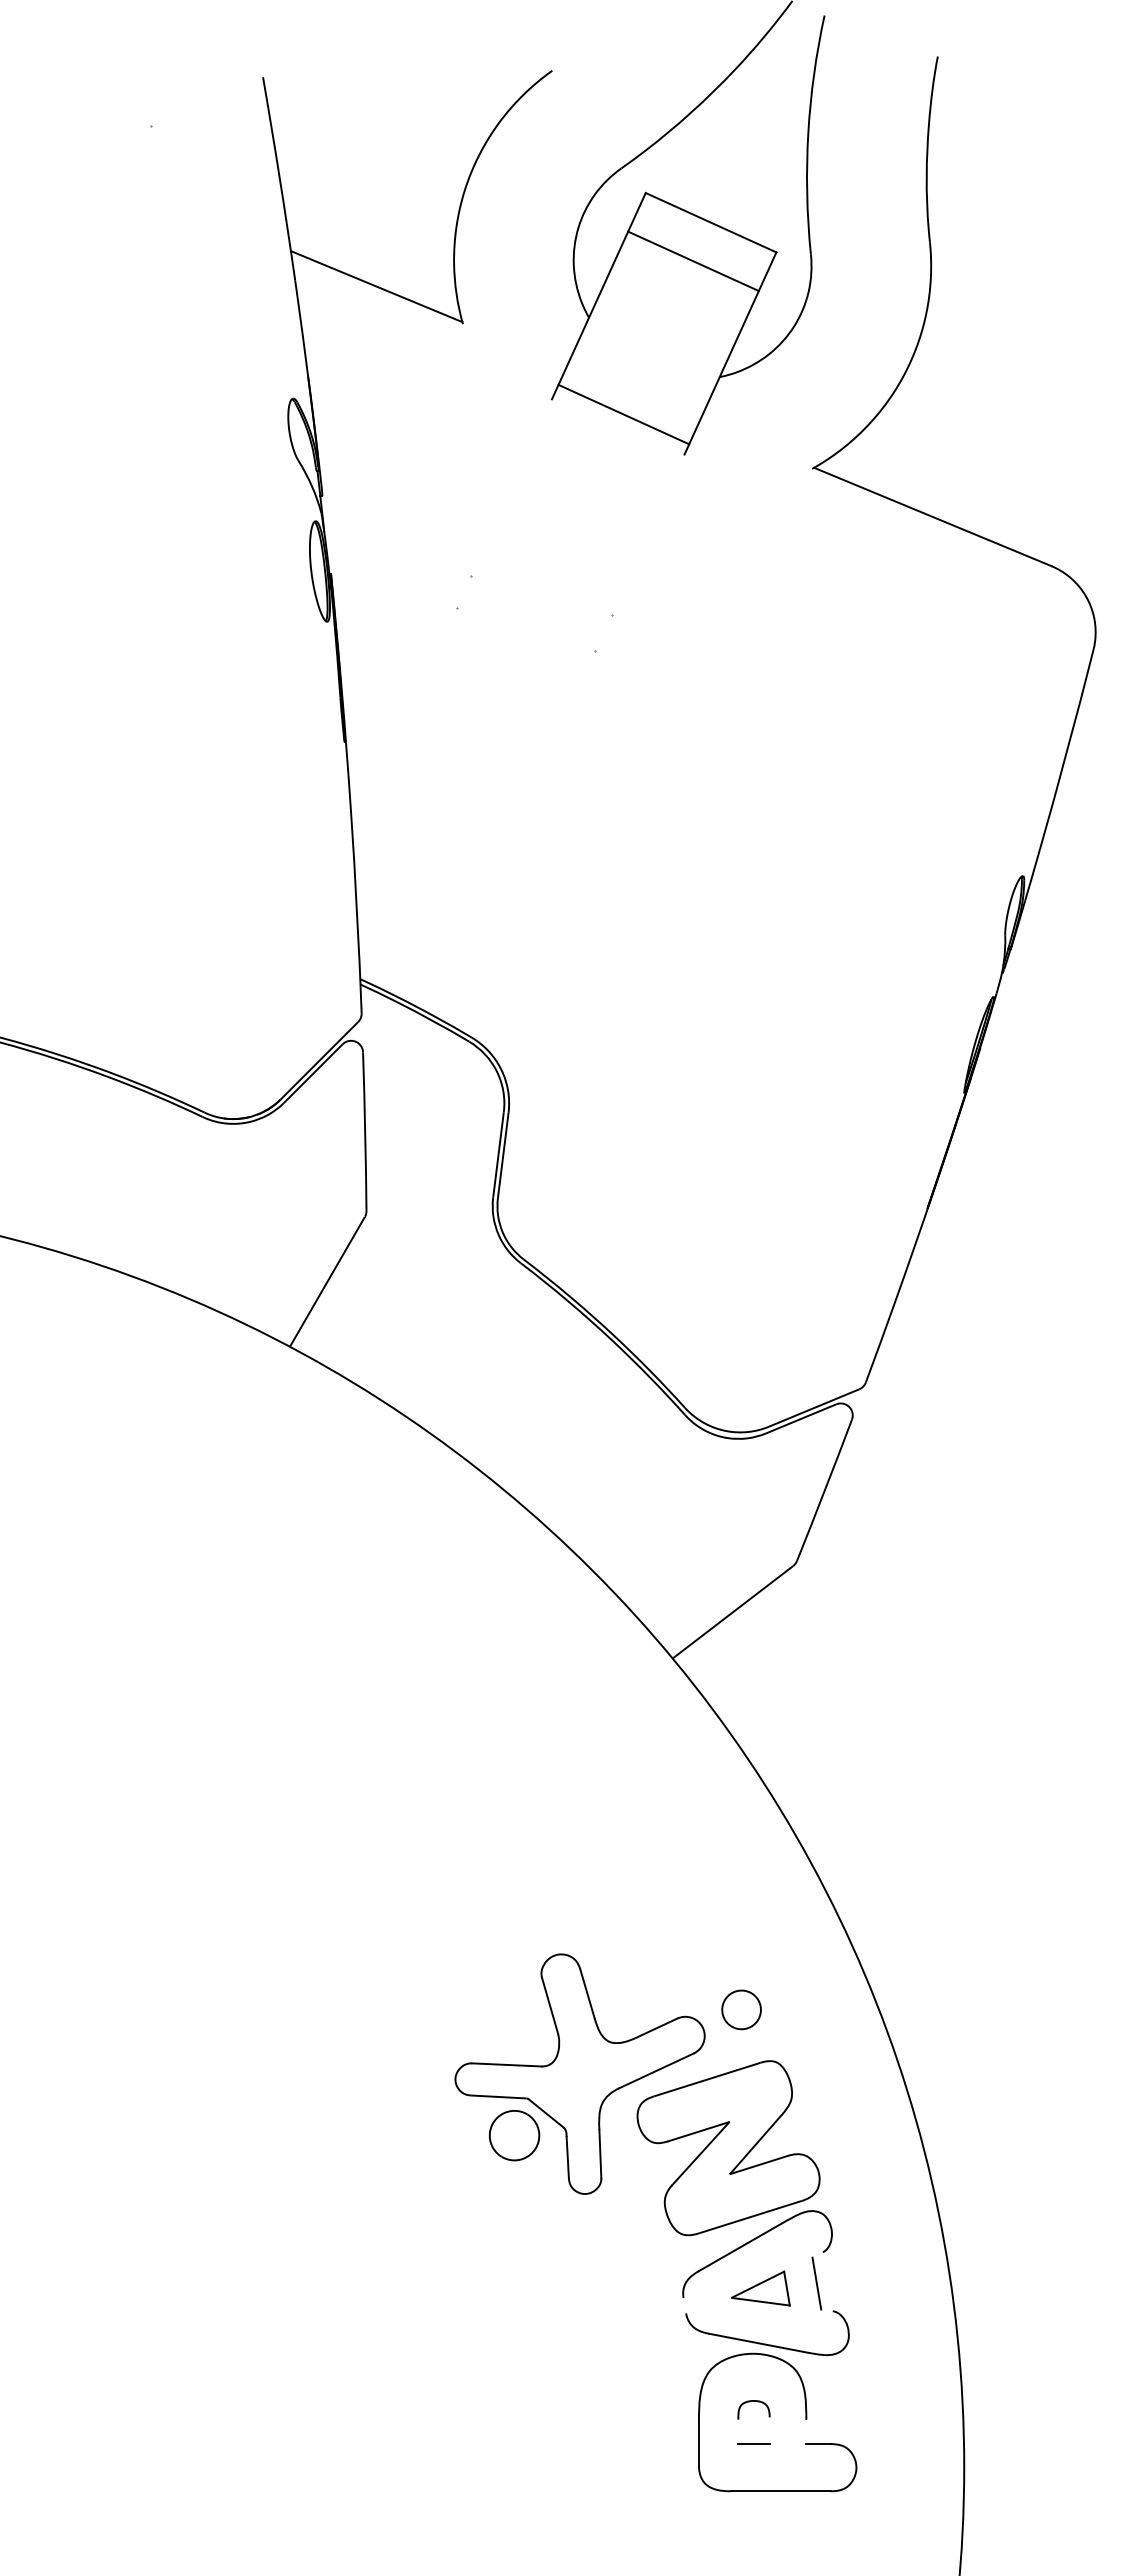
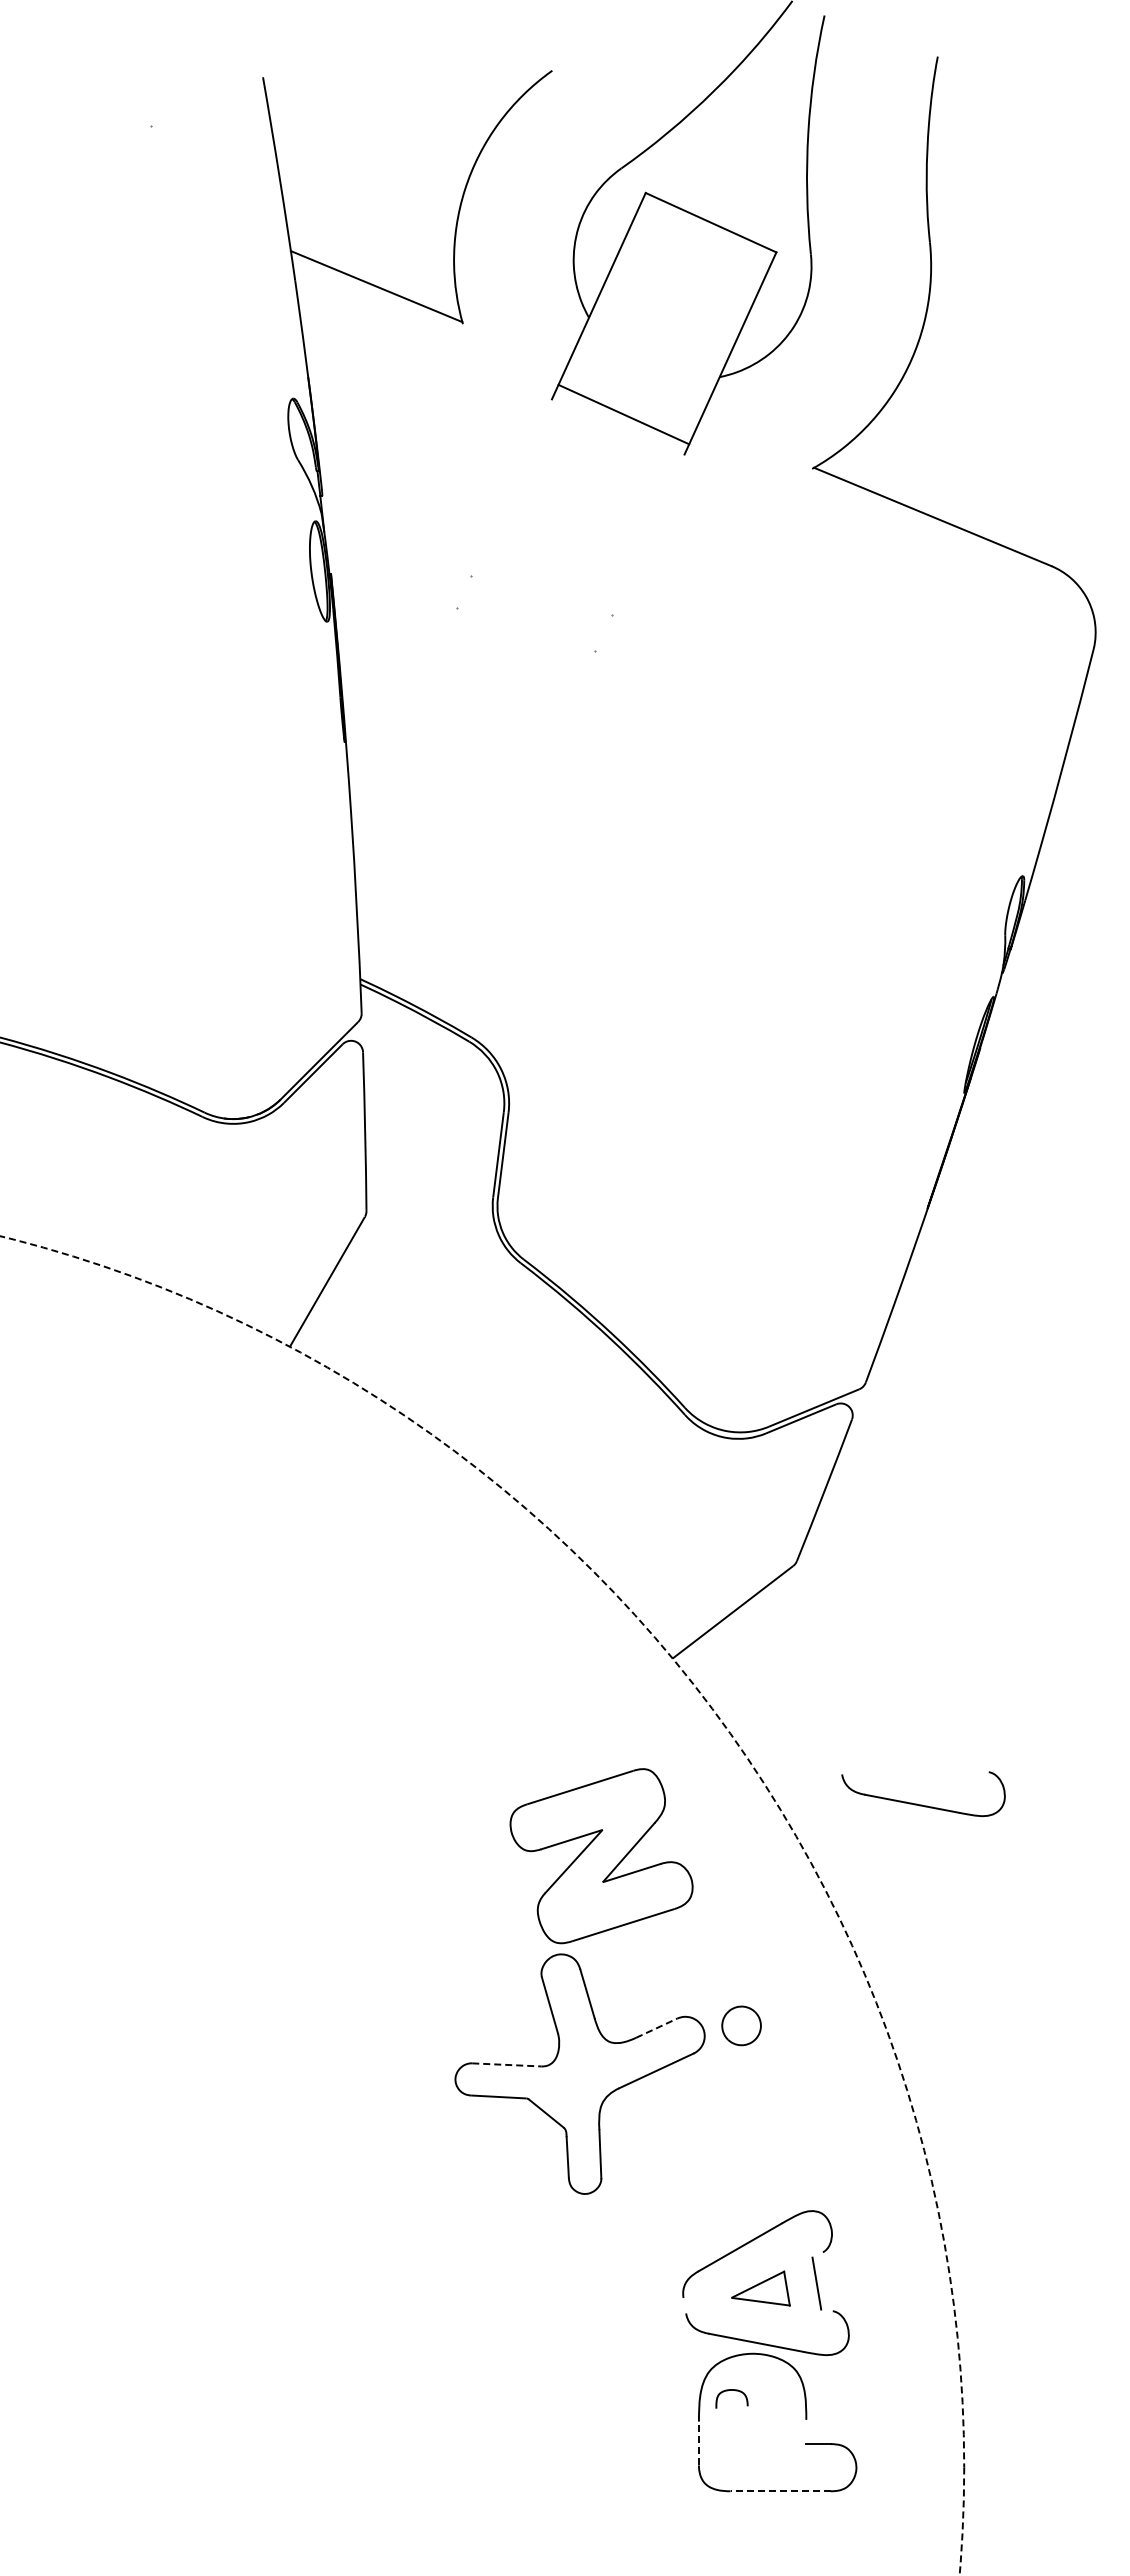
line at (693, 261): present -> none
part at (922, 1804): none -> present
circle at (482, 1905): solid -> dashed
part at (741, 2009) position: (741, 2009) -> (741, 2025)
line at (656, 2028): solid -> dashed
line at (506, 2064): solid -> dashed
part at (514, 2135): present -> none
part at (728, 2148) position: (728, 2148) -> (601, 1856)
curve at (750, 2402) position: (750, 2402) -> (728, 2391)
line at (698, 2443): solid -> dashed
line at (753, 2444): present -> none
line at (780, 2491): solid -> dashed
